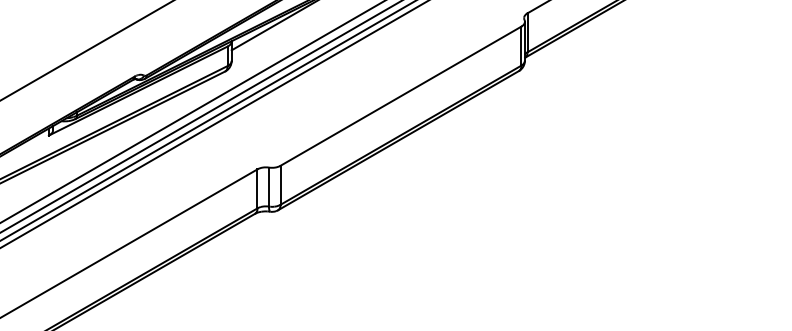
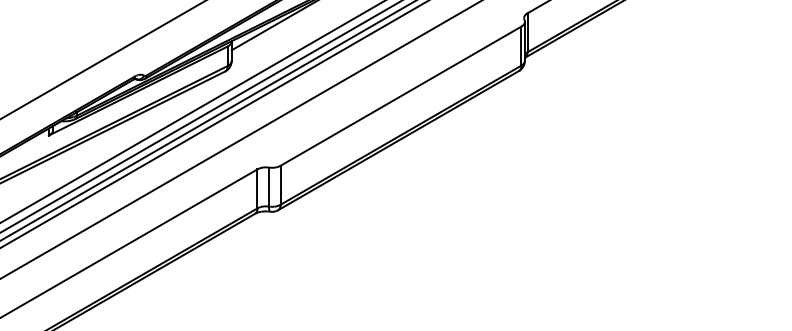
line at (86, 50) position: (86, 50) -> (102, 59)
line at (240, 139): none -> present
